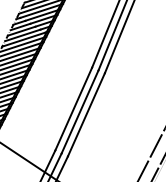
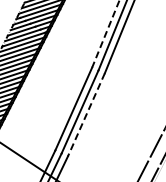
line at (105, 34): solid -> dashed
line at (86, 114): solid -> dashed
